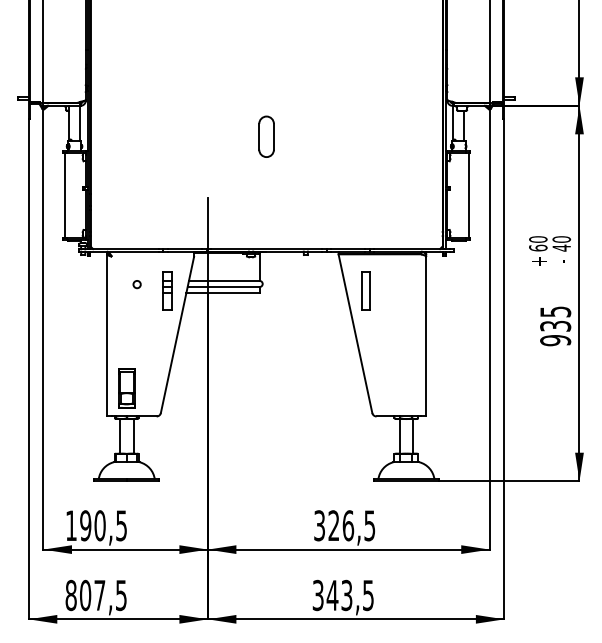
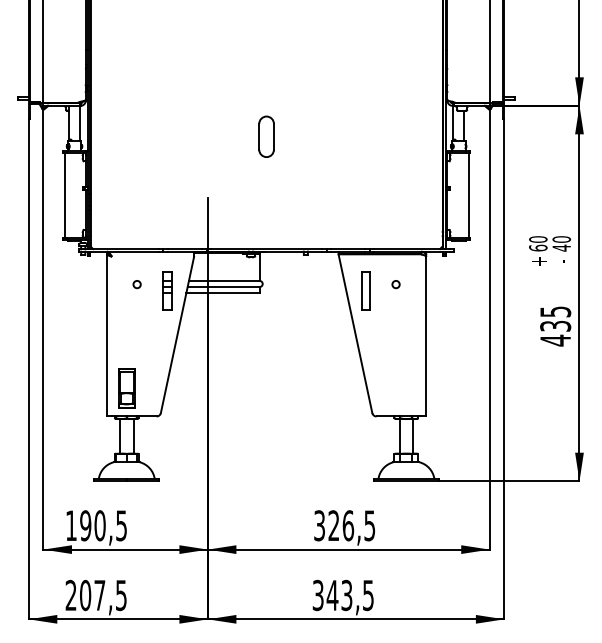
circle at (395, 284): none -> present
text at (555, 340): 935 -> 435
text at (70, 595): 807,5 -> 207,5
